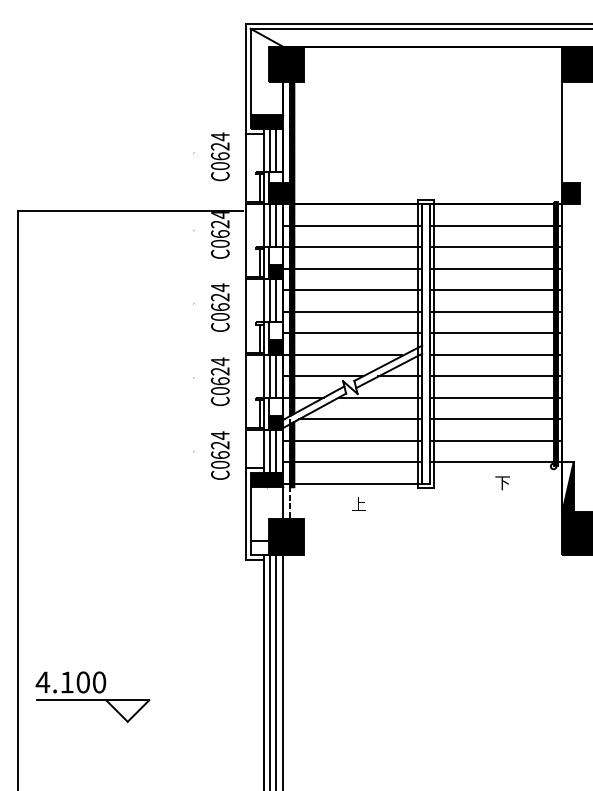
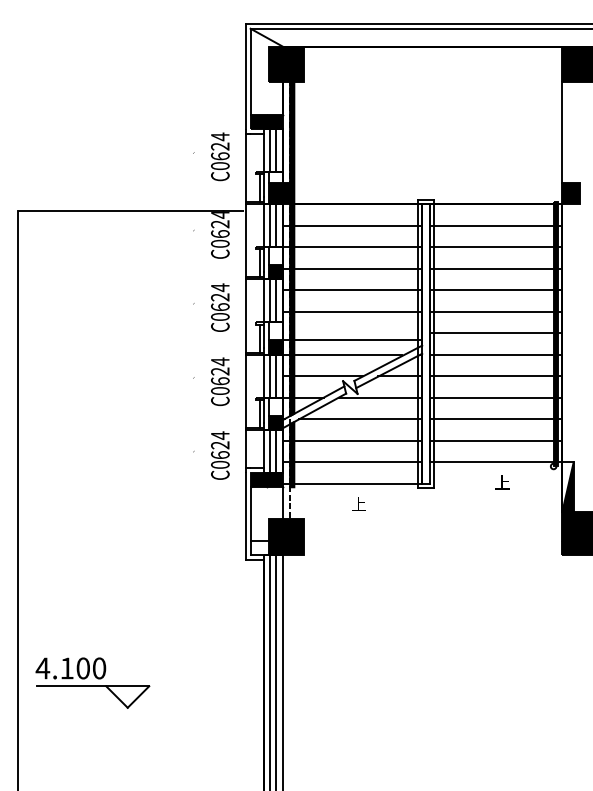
line at (352, 333) position: (352, 333) -> (352, 340)
text at (502, 482): 下 -> 上
part at (92, 696) position: (92, 696) -> (92, 682)
